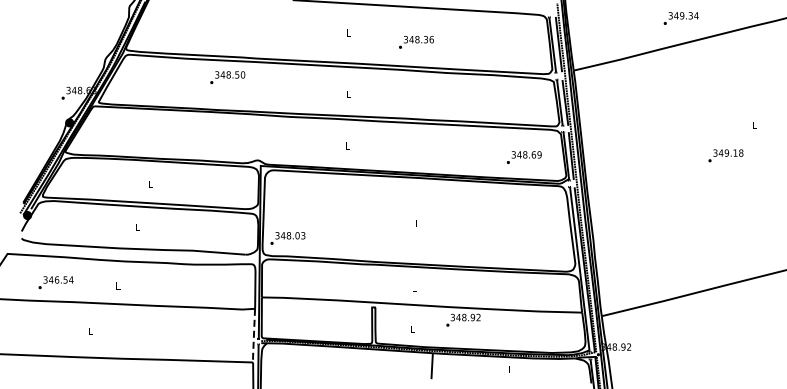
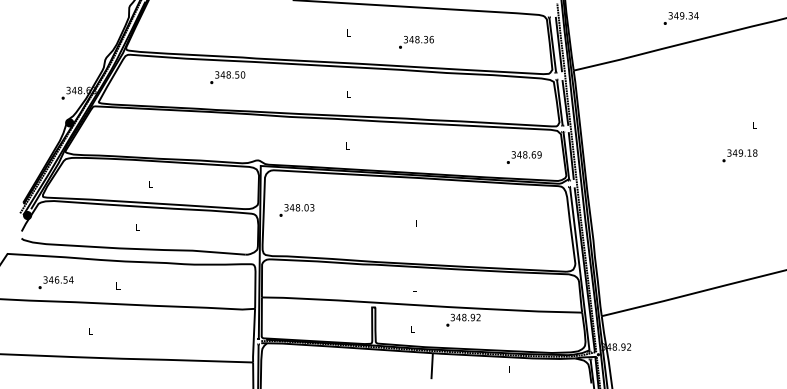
text at (725, 155) position: (725, 155) -> (739, 155)
text at (287, 238) position: (287, 238) -> (296, 210)
line at (253, 336): dashed -> solid
